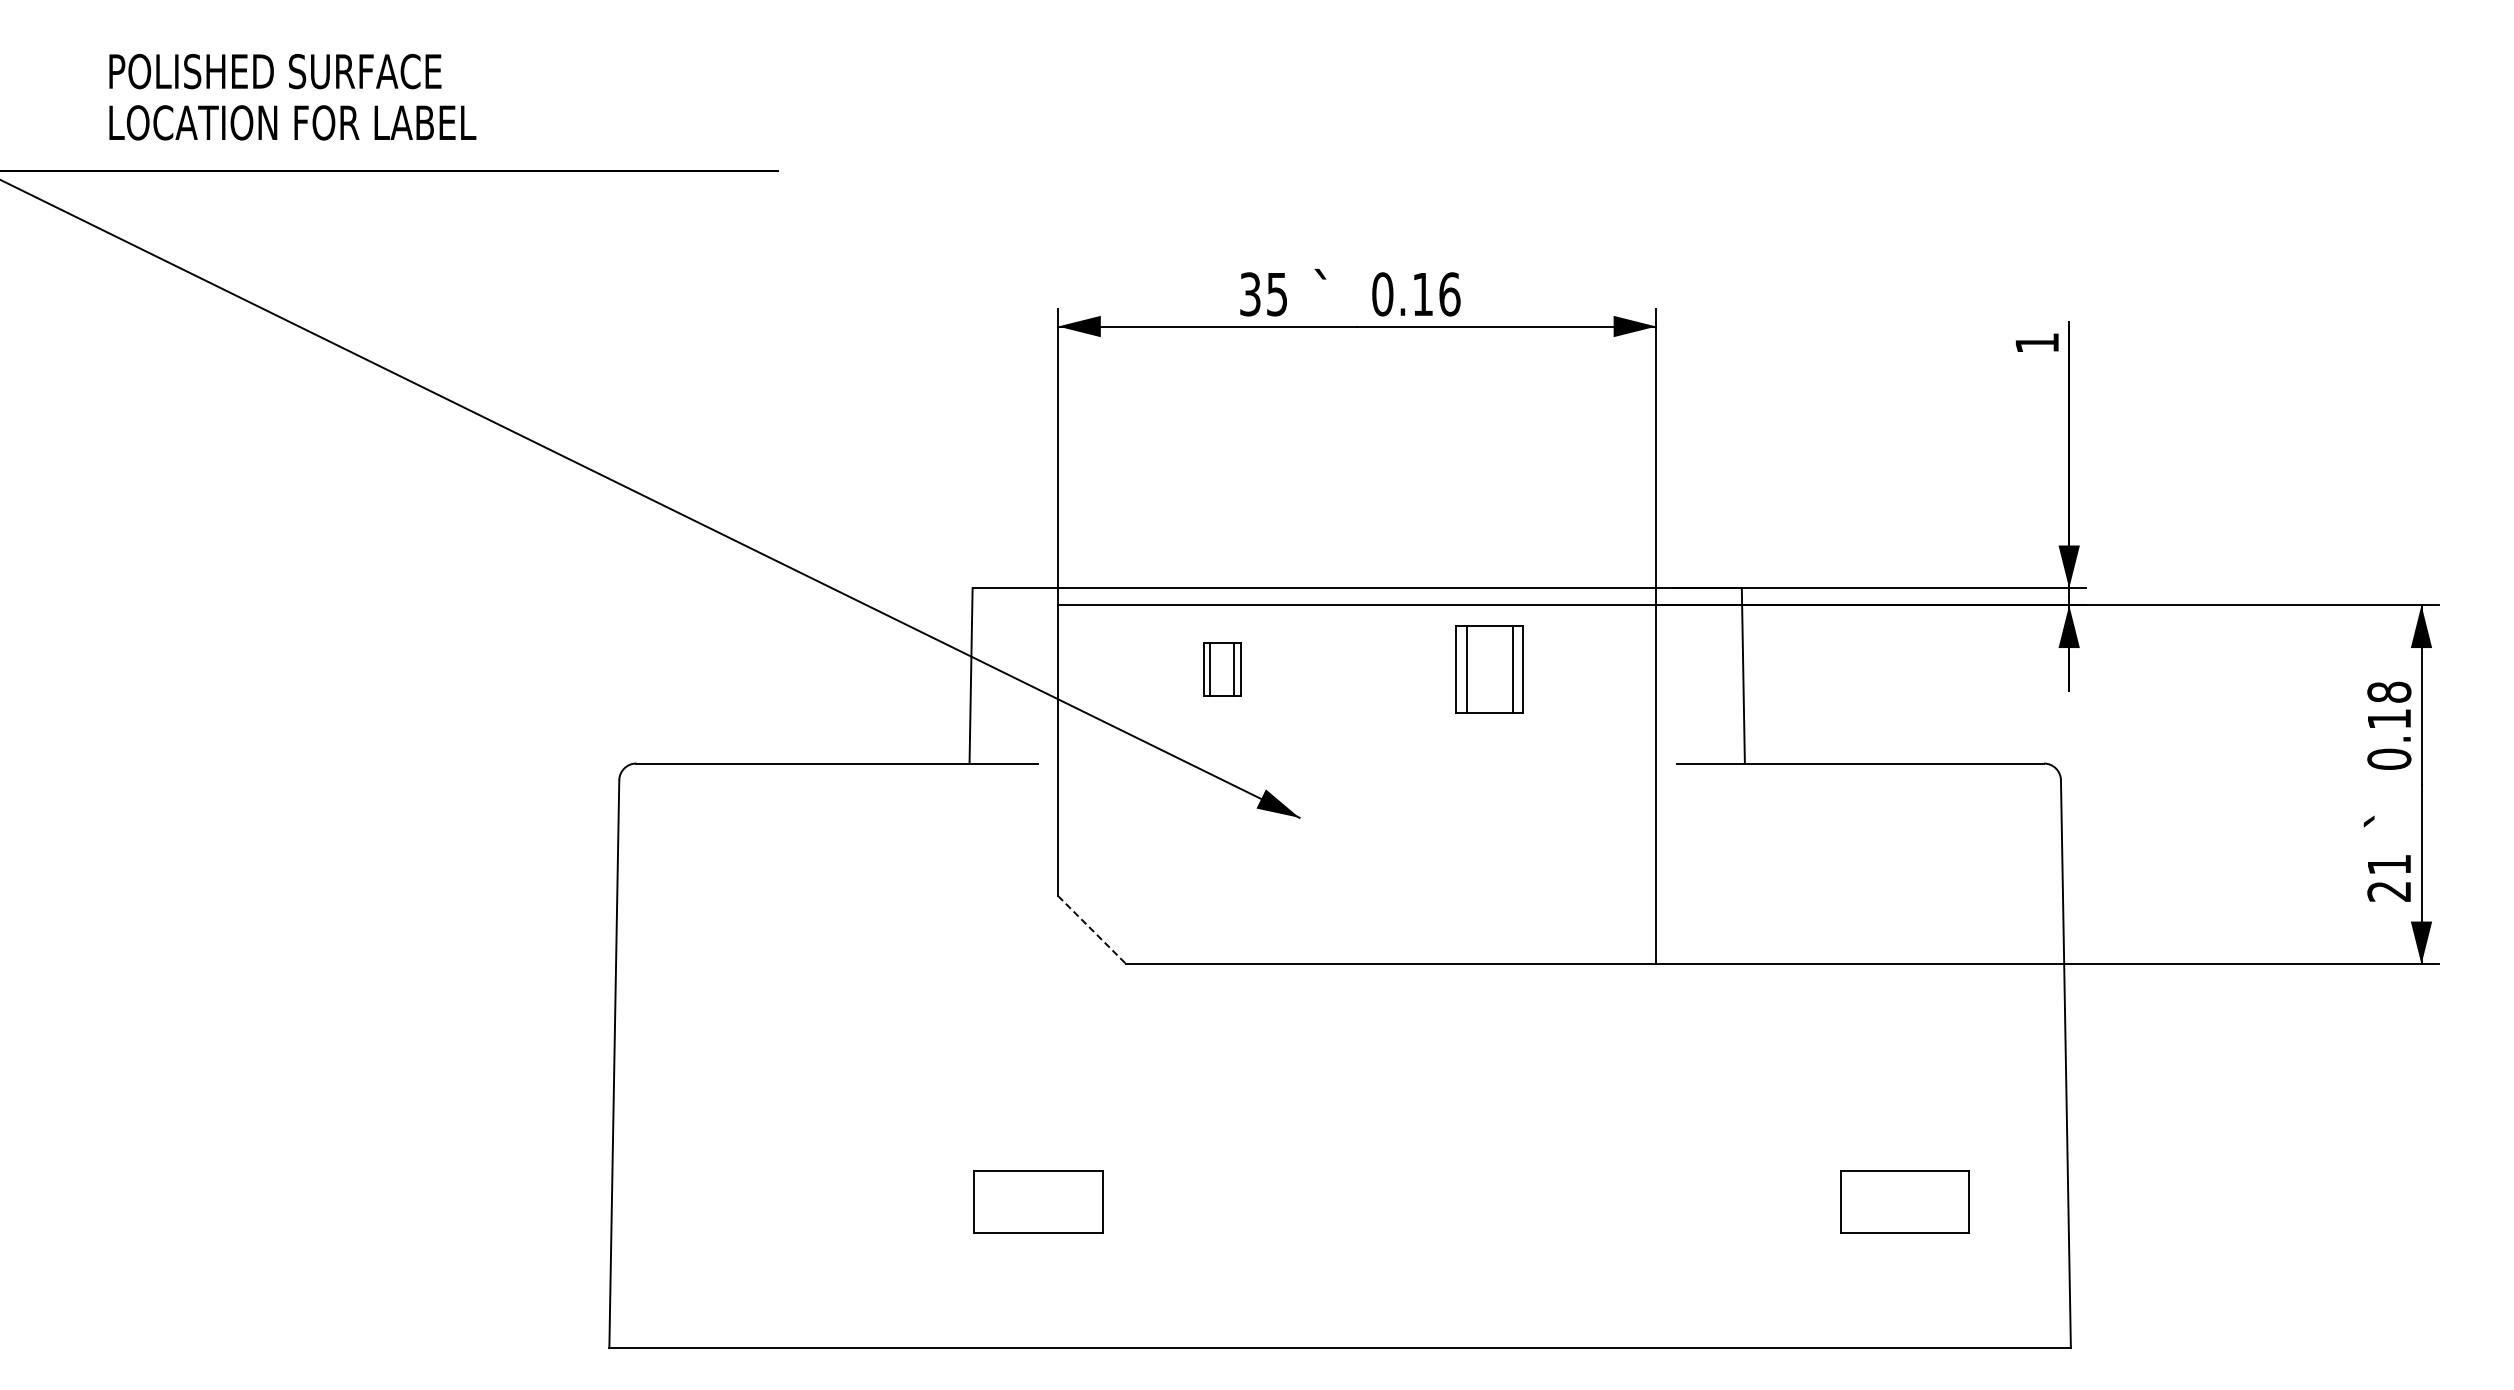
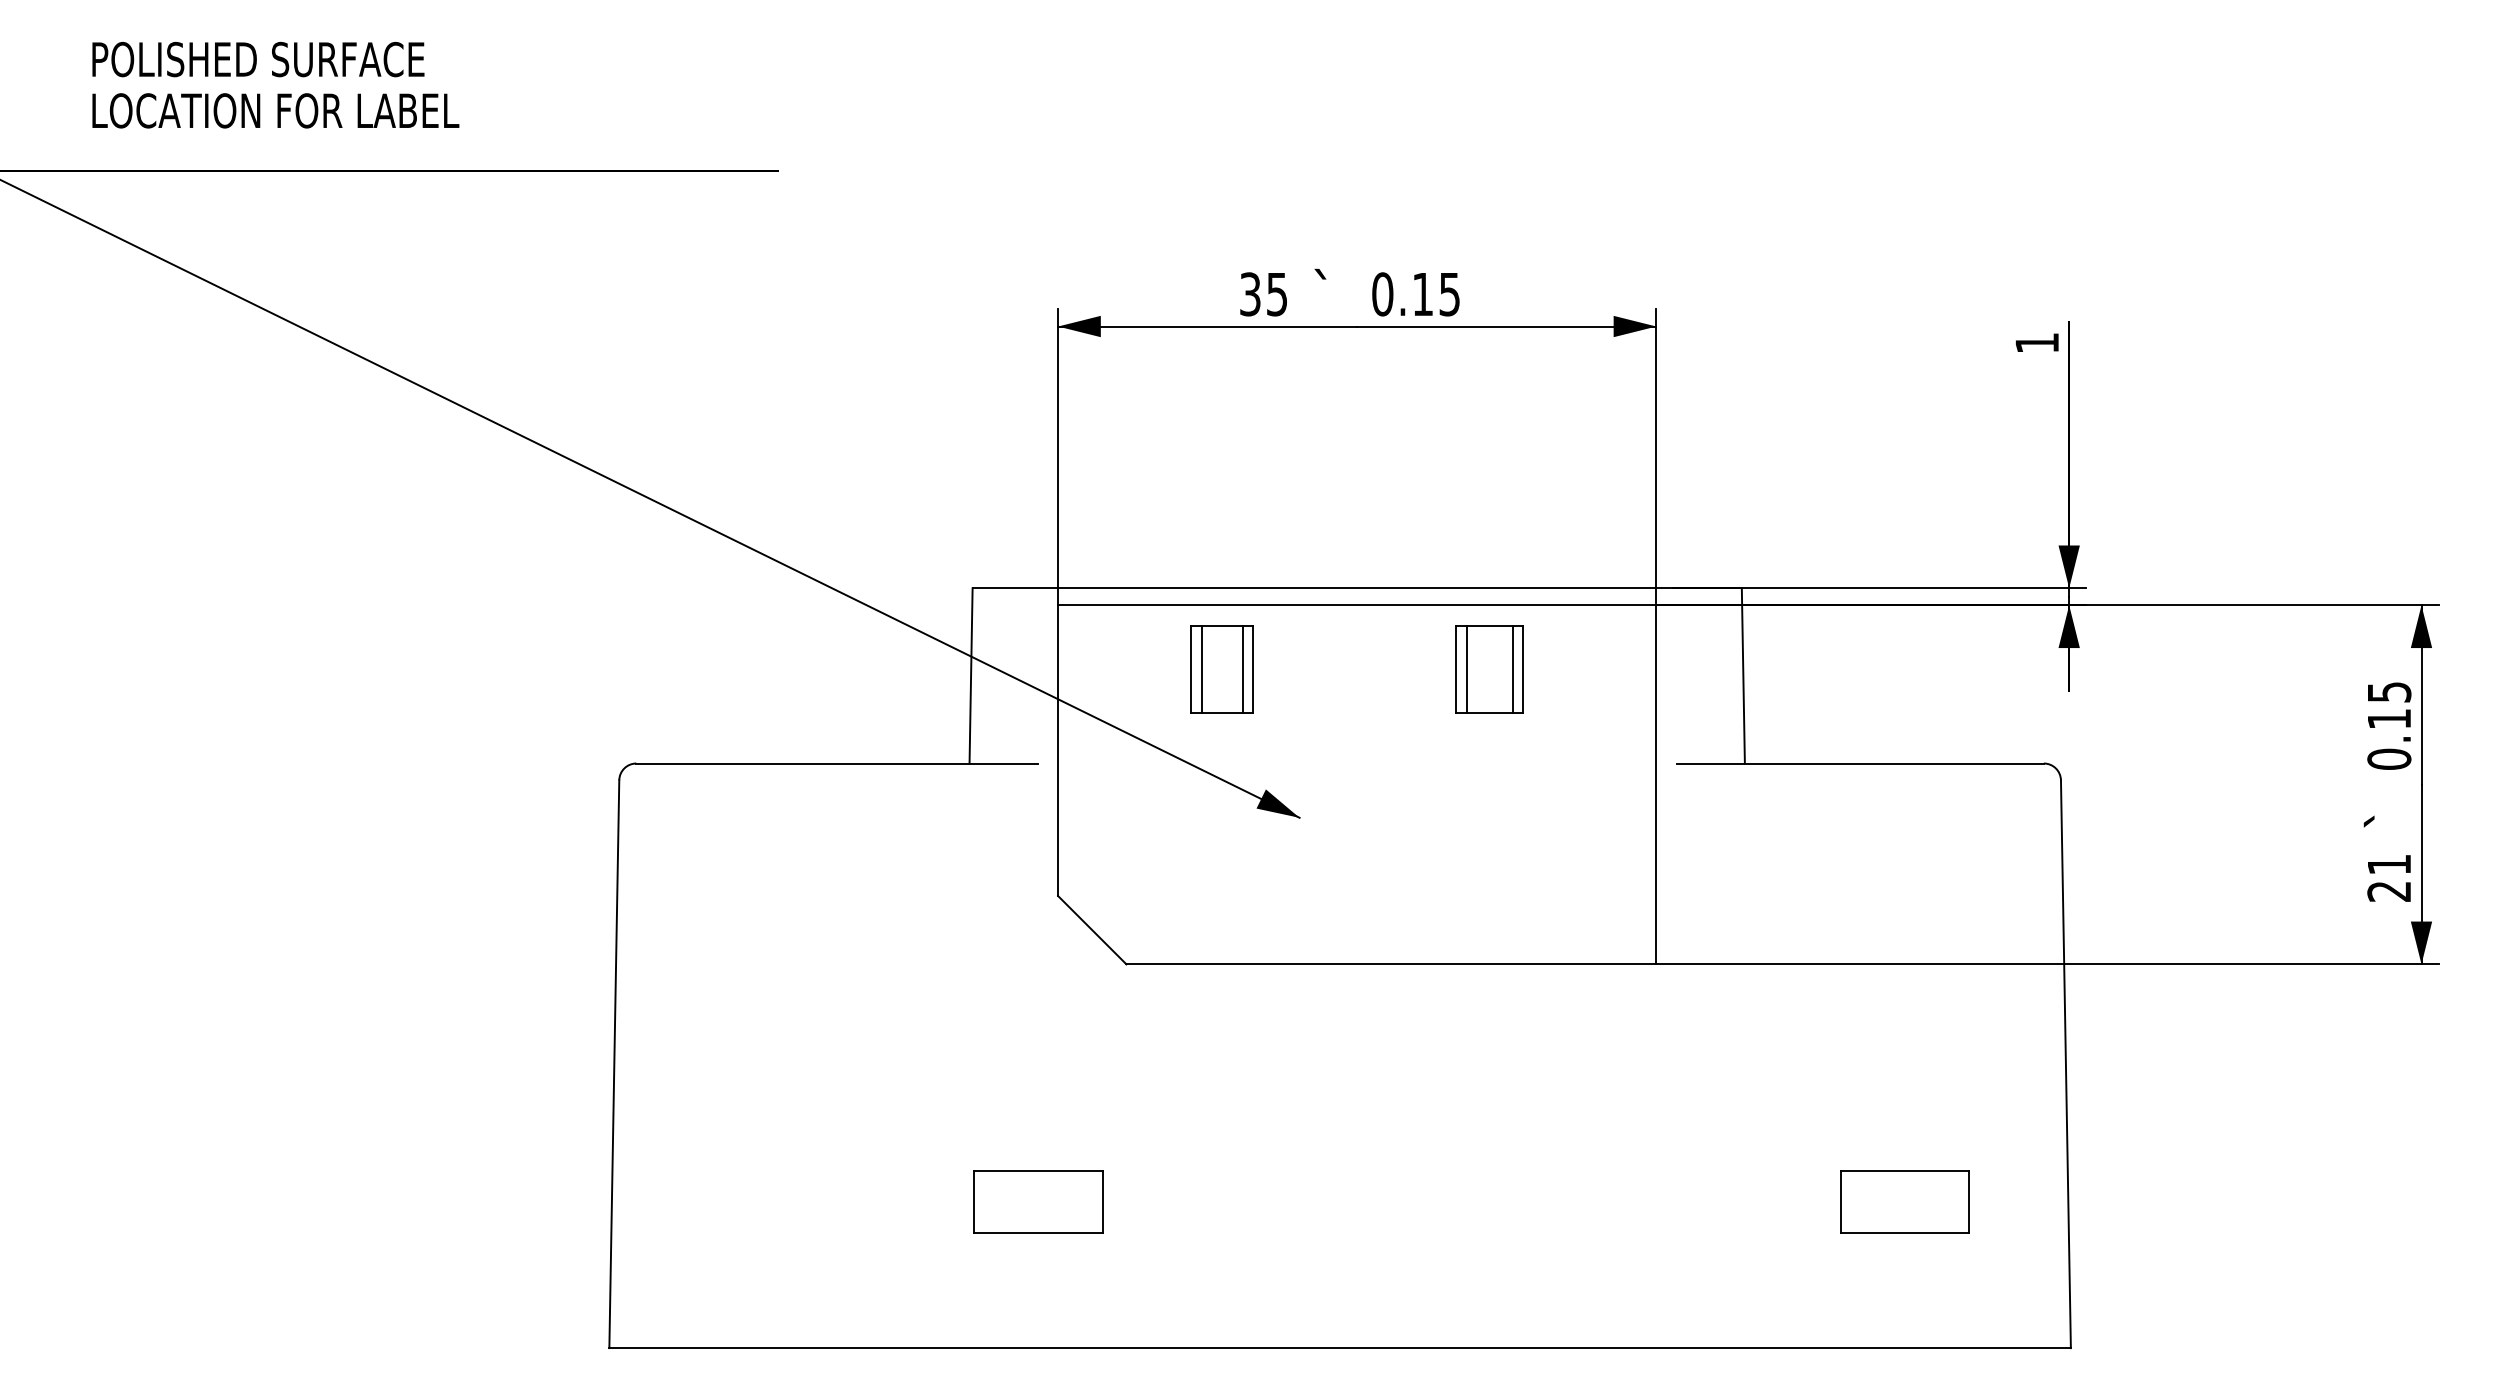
text at (292, 96) position: (292, 96) -> (275, 84)
text at (1449, 294): 0.16 -> 0.15
part at (1222, 669) size: 39x55 px -> 64x89 px
text at (2389, 691): 0.18 -> 0.15
line at (1092, 930): dashed -> solid
